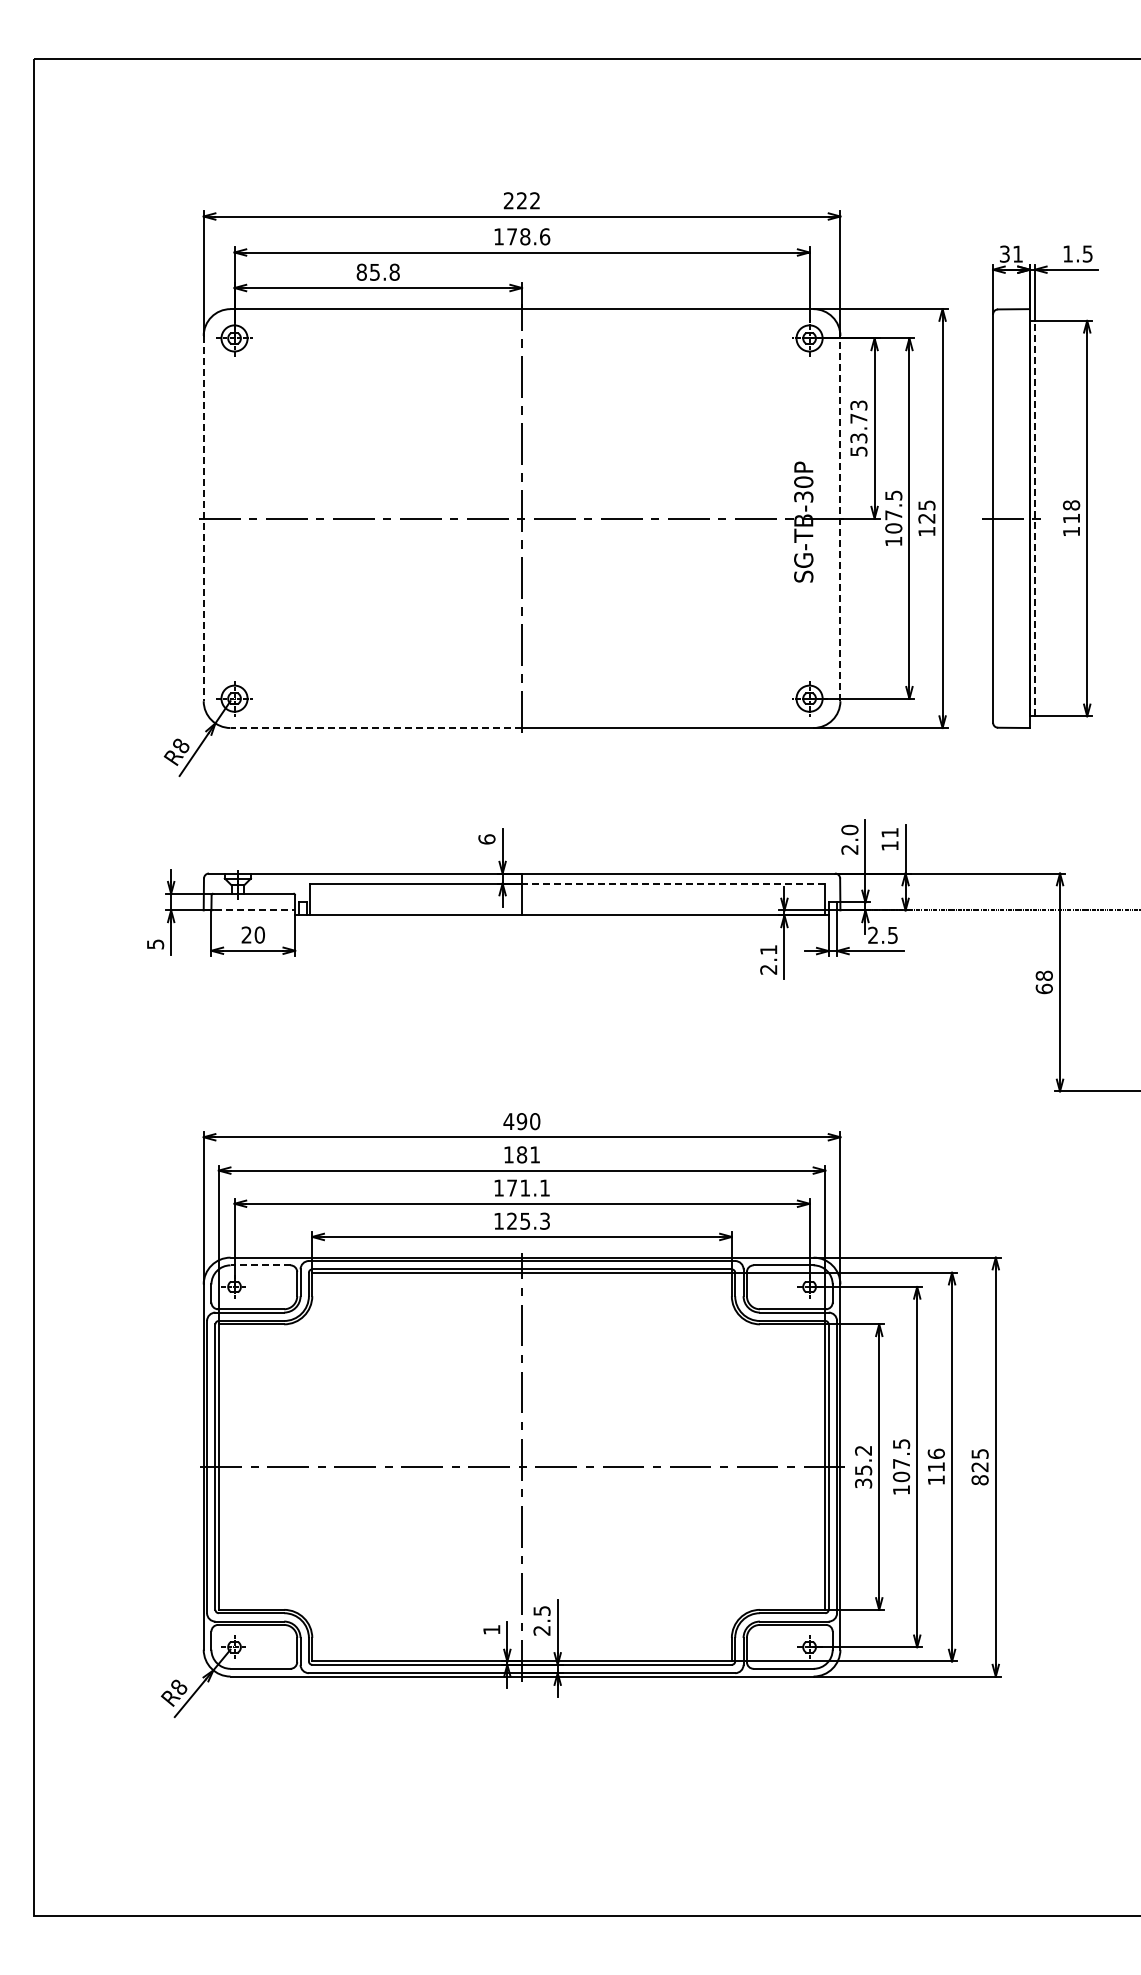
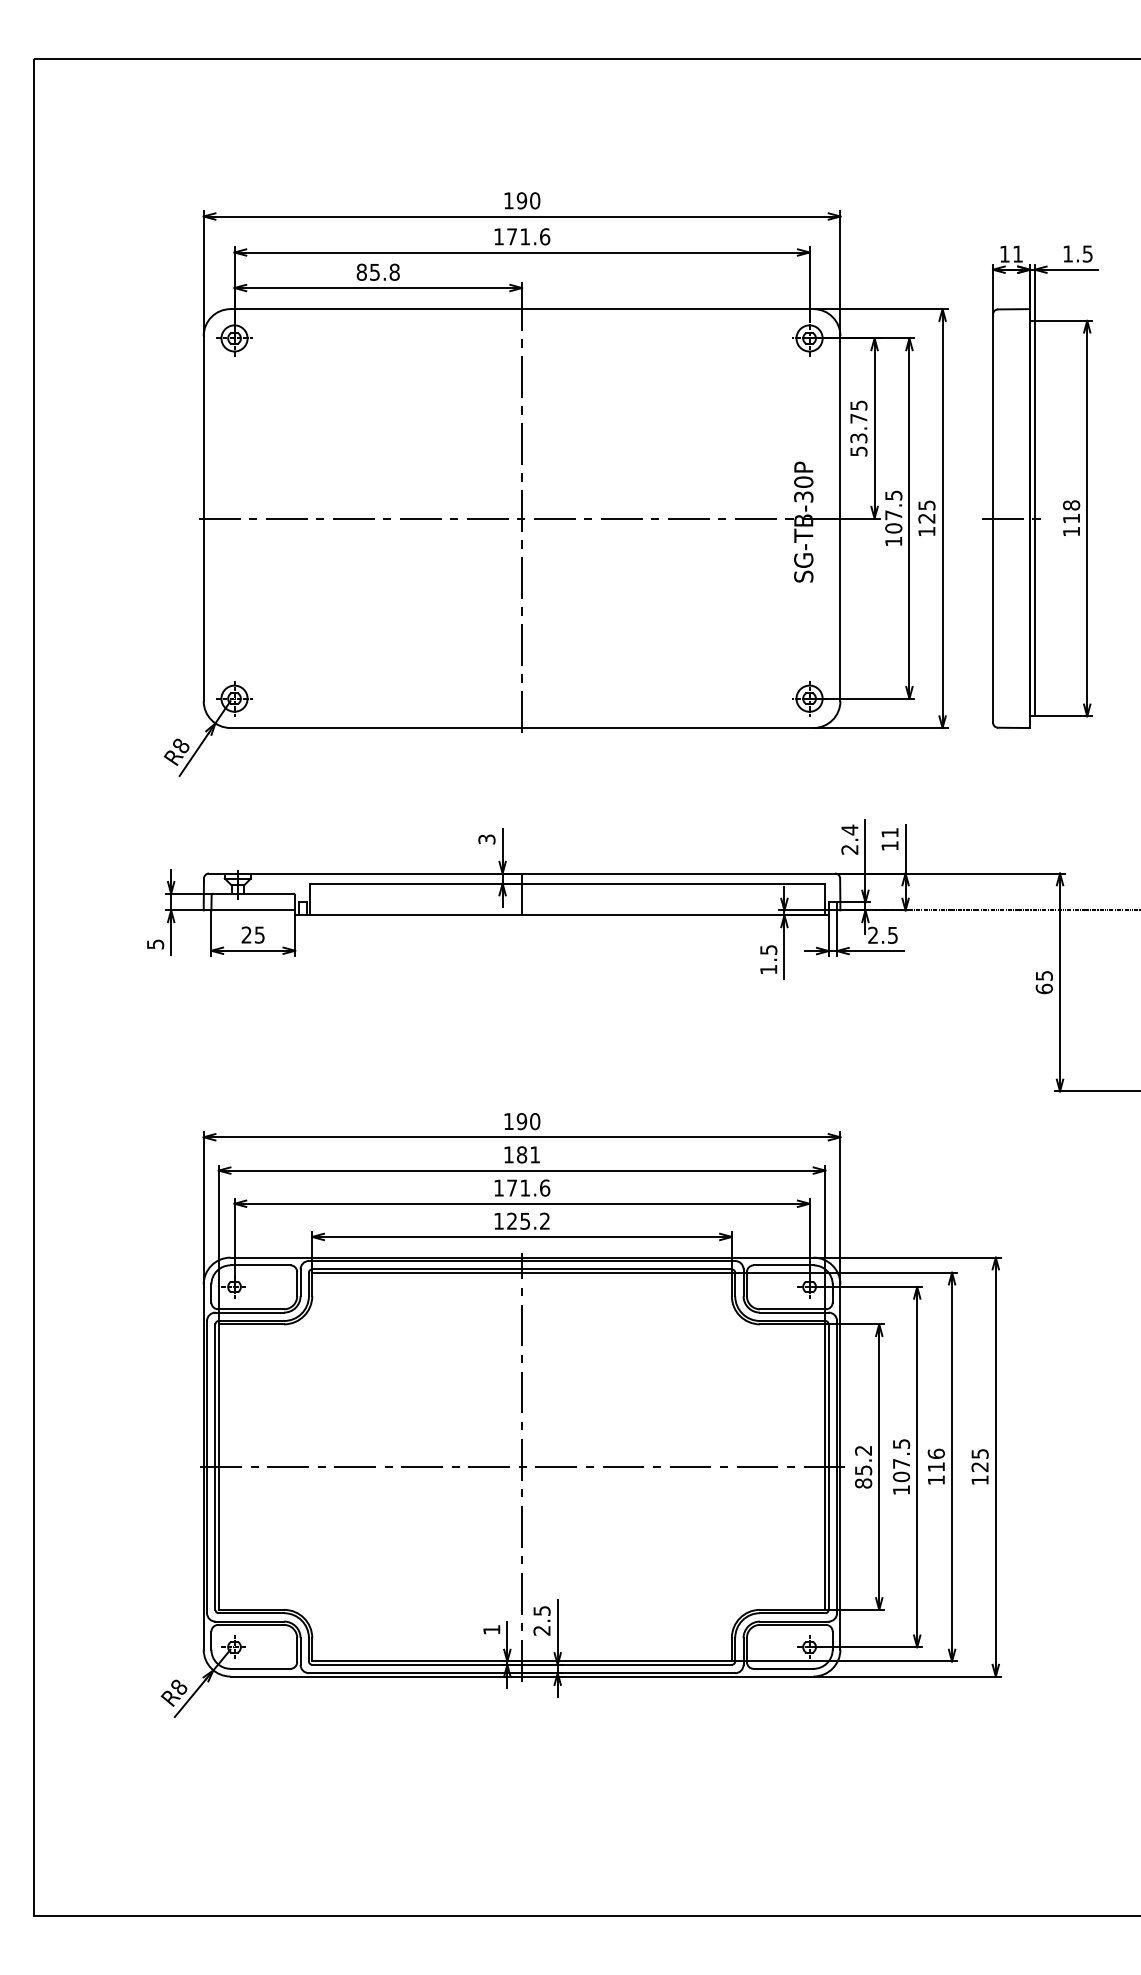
text at (521, 200): 222 -> 190
text at (525, 236): 178.6 -> 171.6
text at (1004, 253): 31 -> 11
text at (858, 404): 53.73 -> 53.75
line at (203, 518): dashed -> solid
line at (840, 518): dashed -> solid
line at (1034, 518): dashed -> solid
line at (376, 728): dashed -> solid
text at (849, 829): 2.0 -> 2.4
text at (486, 839): 6 -> 3
line at (673, 883): dashed -> solid
line at (249, 910): dashed -> solid
text at (259, 934): 20 -> 25
text at (768, 959): 2.1 -> 1.5
text at (1043, 975): 68 -> 65
text at (508, 1121): 490 -> 190
text at (545, 1187): 171.1 -> 171.6
text at (544, 1221): 125.3 -> 125.2
line at (260, 1265): dashed -> solid
text at (979, 1480): 825 -> 125
text at (863, 1483): 35.2 -> 85.2
